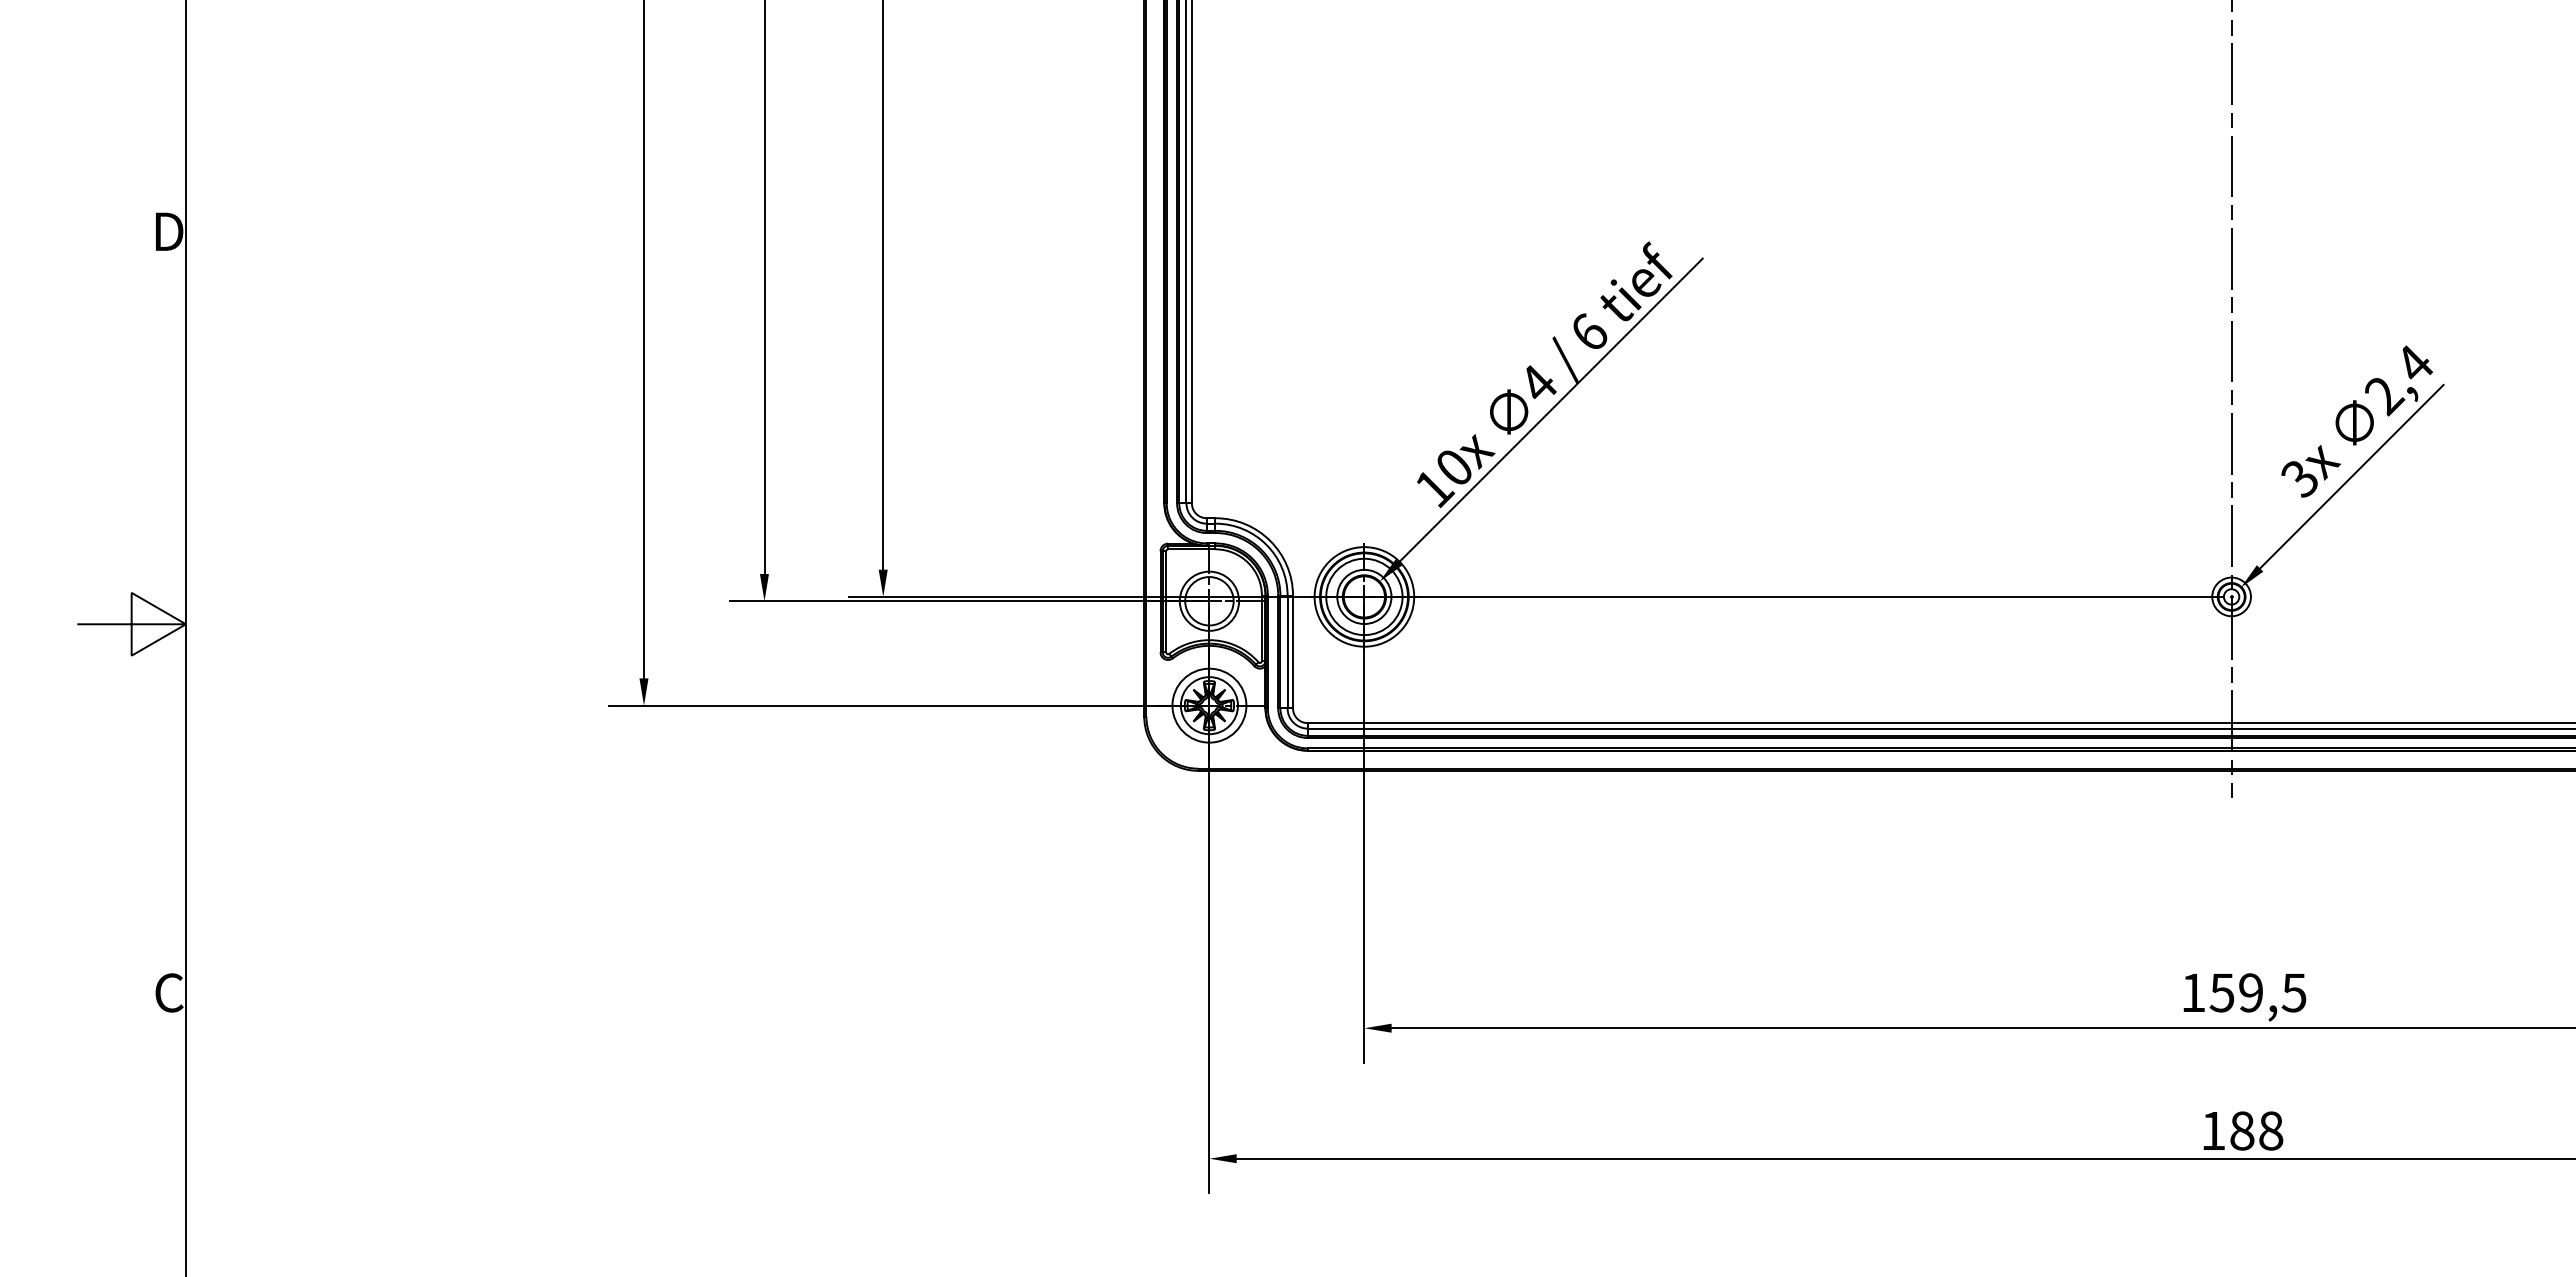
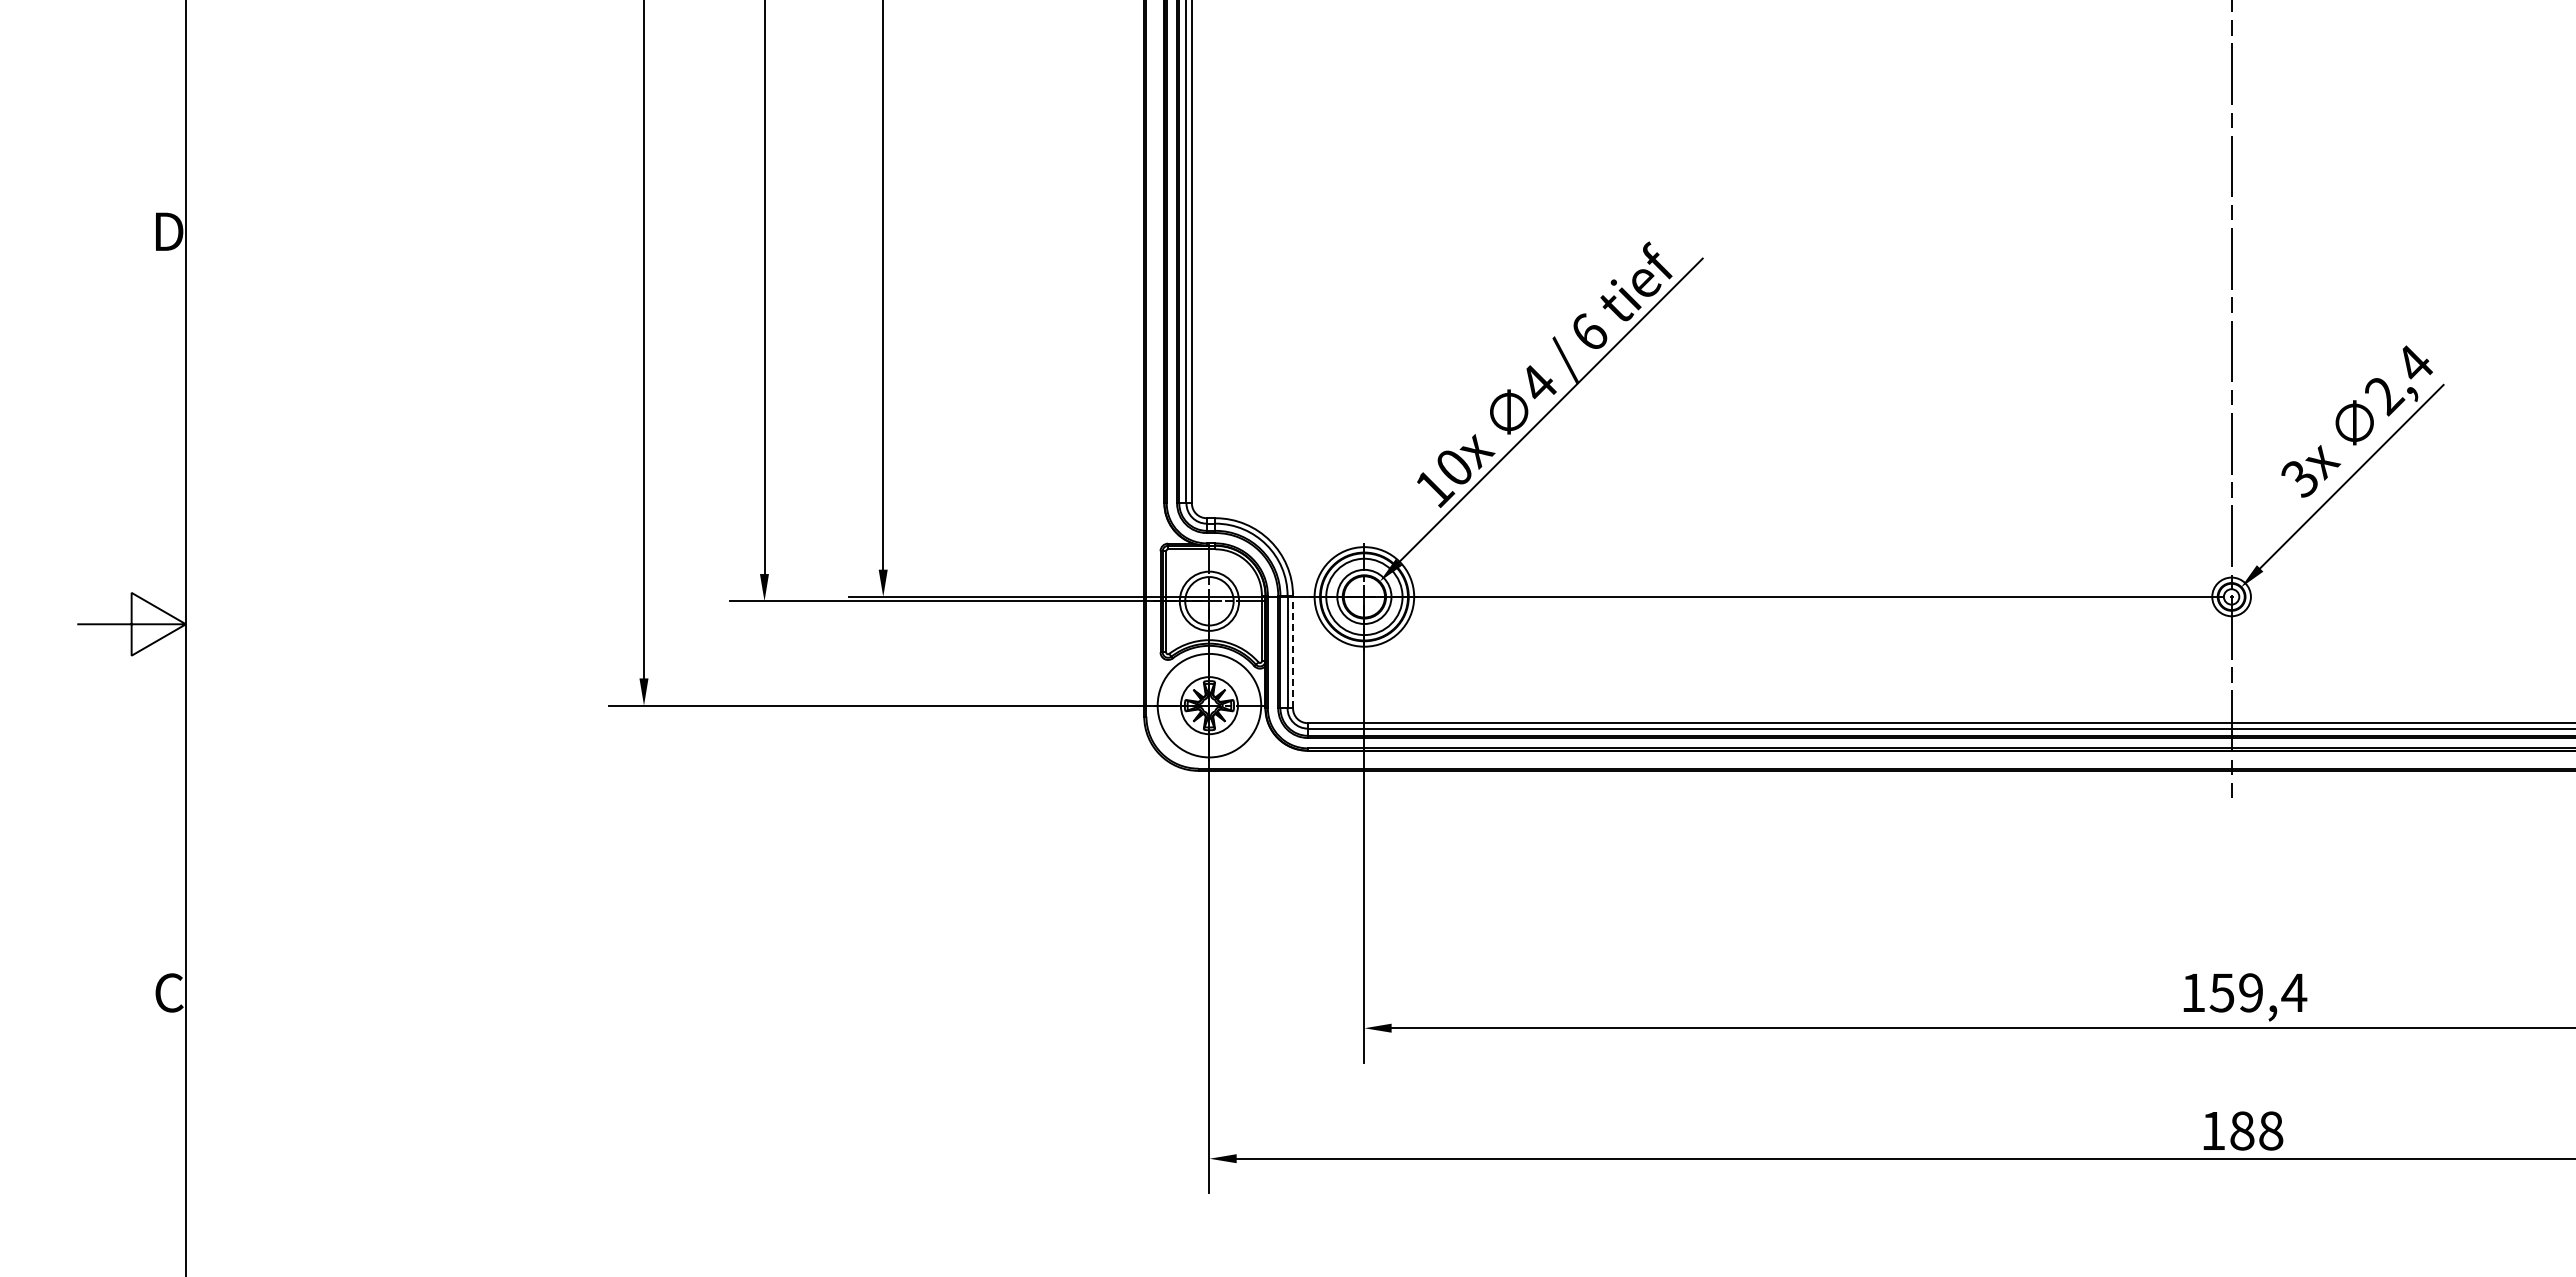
line at (1293, 651): solid -> dashed
circle at (1209, 705) diameter: 74 px -> 104 px
text at (2294, 992): 159,5 -> 159,4
